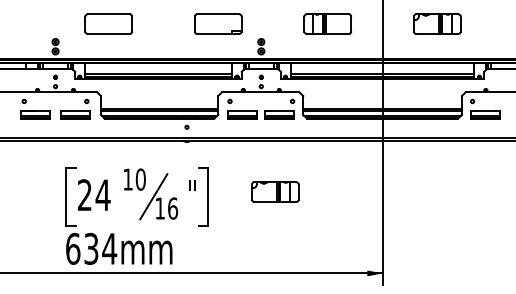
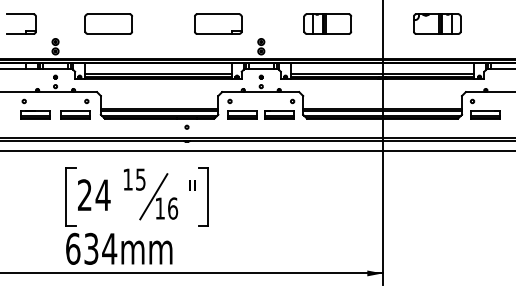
part at (25, 30): none -> present
line at (257, 150): none -> present
text at (140, 179): 10 -> 15
part at (275, 191): present -> none
